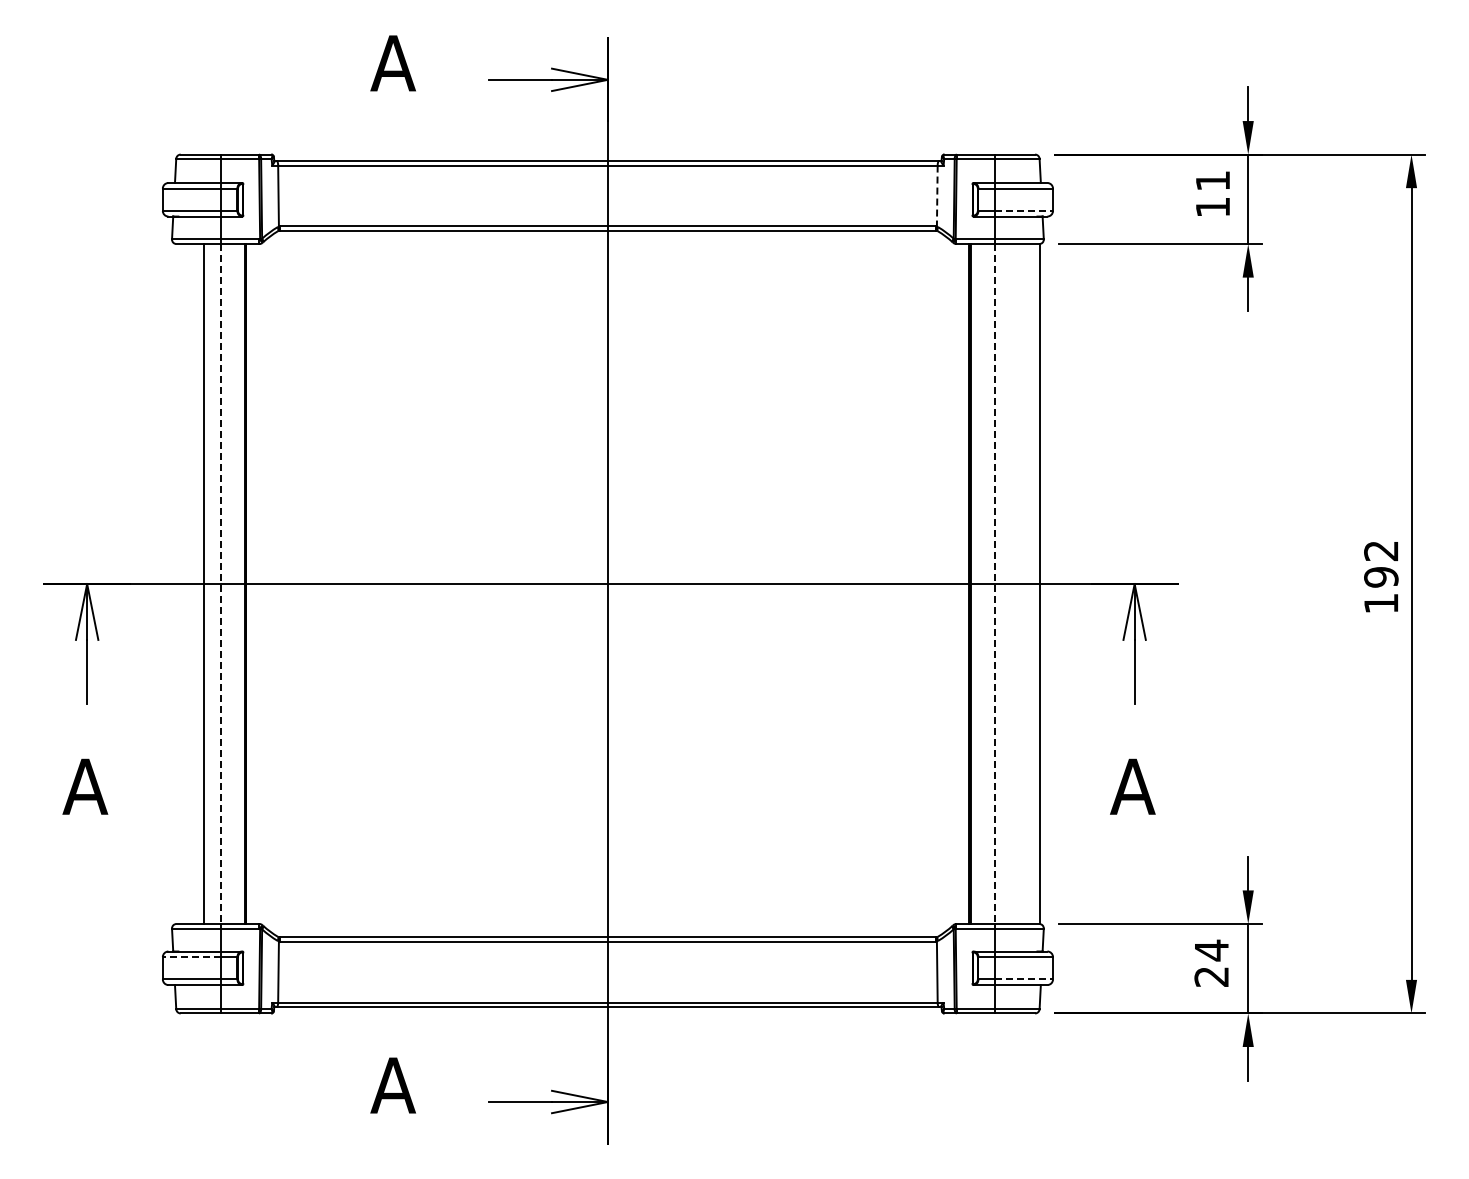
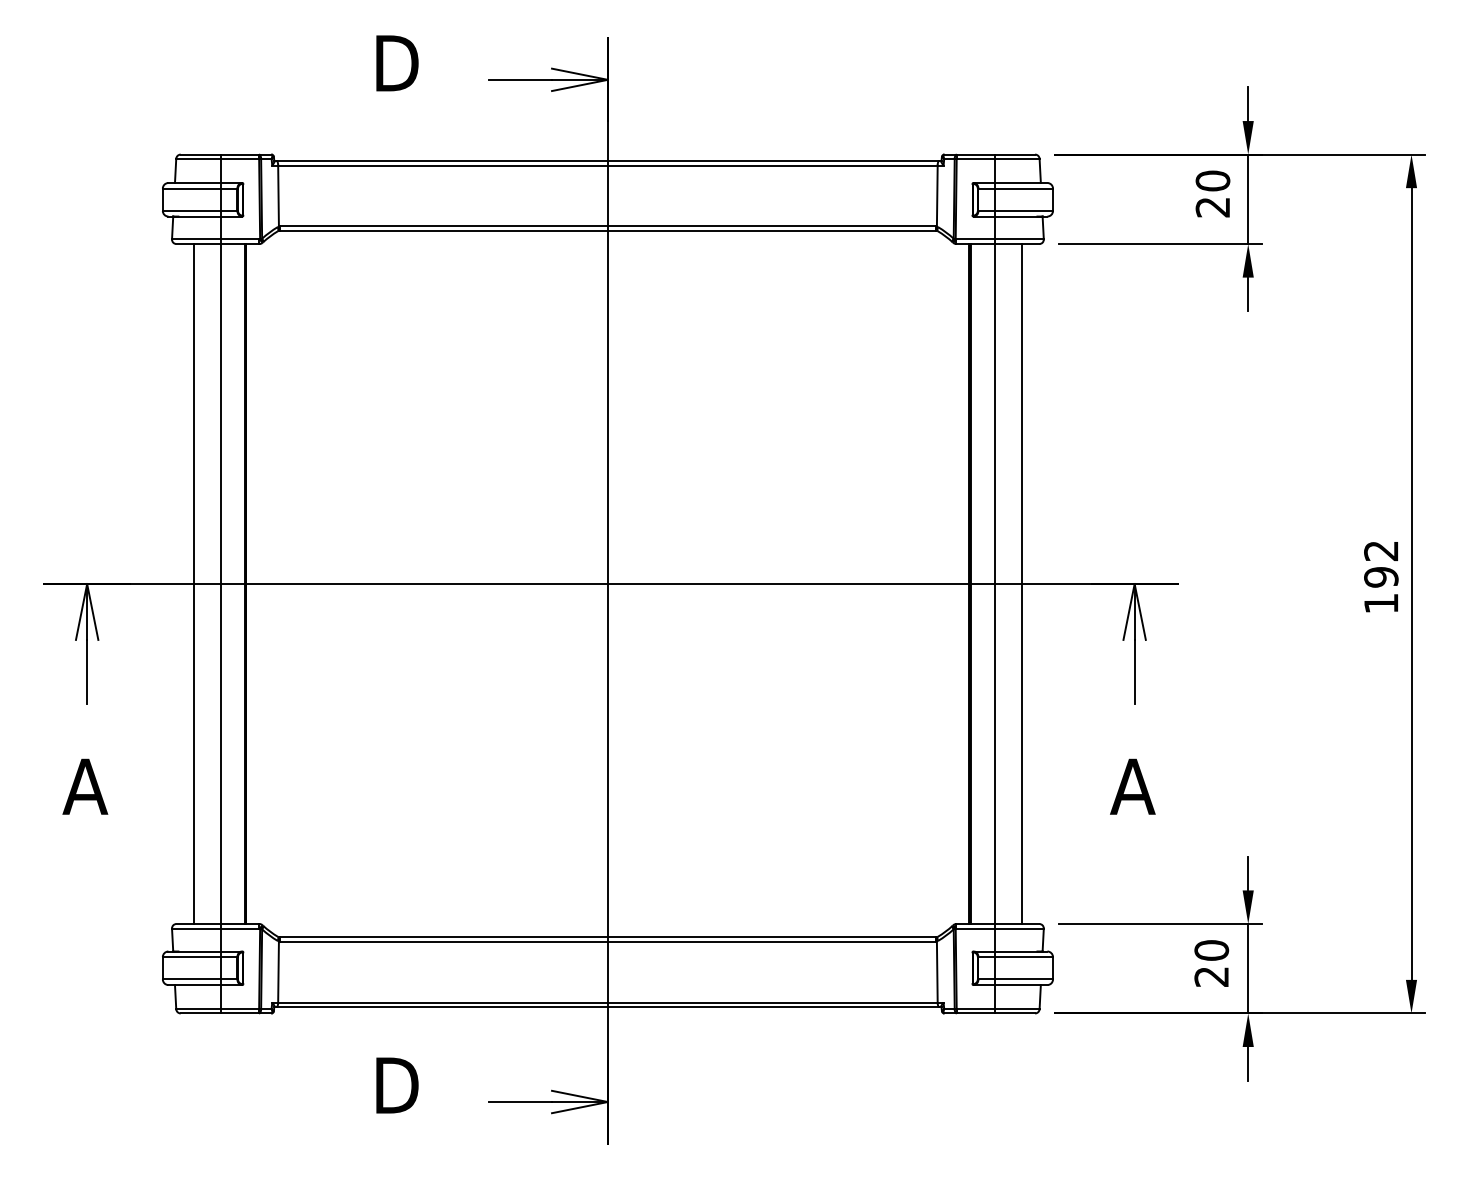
text at (394, 63): A -> D
text at (1212, 193): 11 -> 20
line at (937, 196): dashed -> solid
line at (1024, 210): dashed -> solid
line at (204, 583) position: (204, 583) -> (194, 583)
line at (1039, 583) position: (1039, 583) -> (1021, 583)
line at (220, 584): dashed -> solid
line at (994, 584): dashed -> solid
text at (1211, 950): 24 -> 20
line at (191, 957): dashed -> solid
line at (1024, 979): dashed -> solid
text at (394, 1085): A -> D
